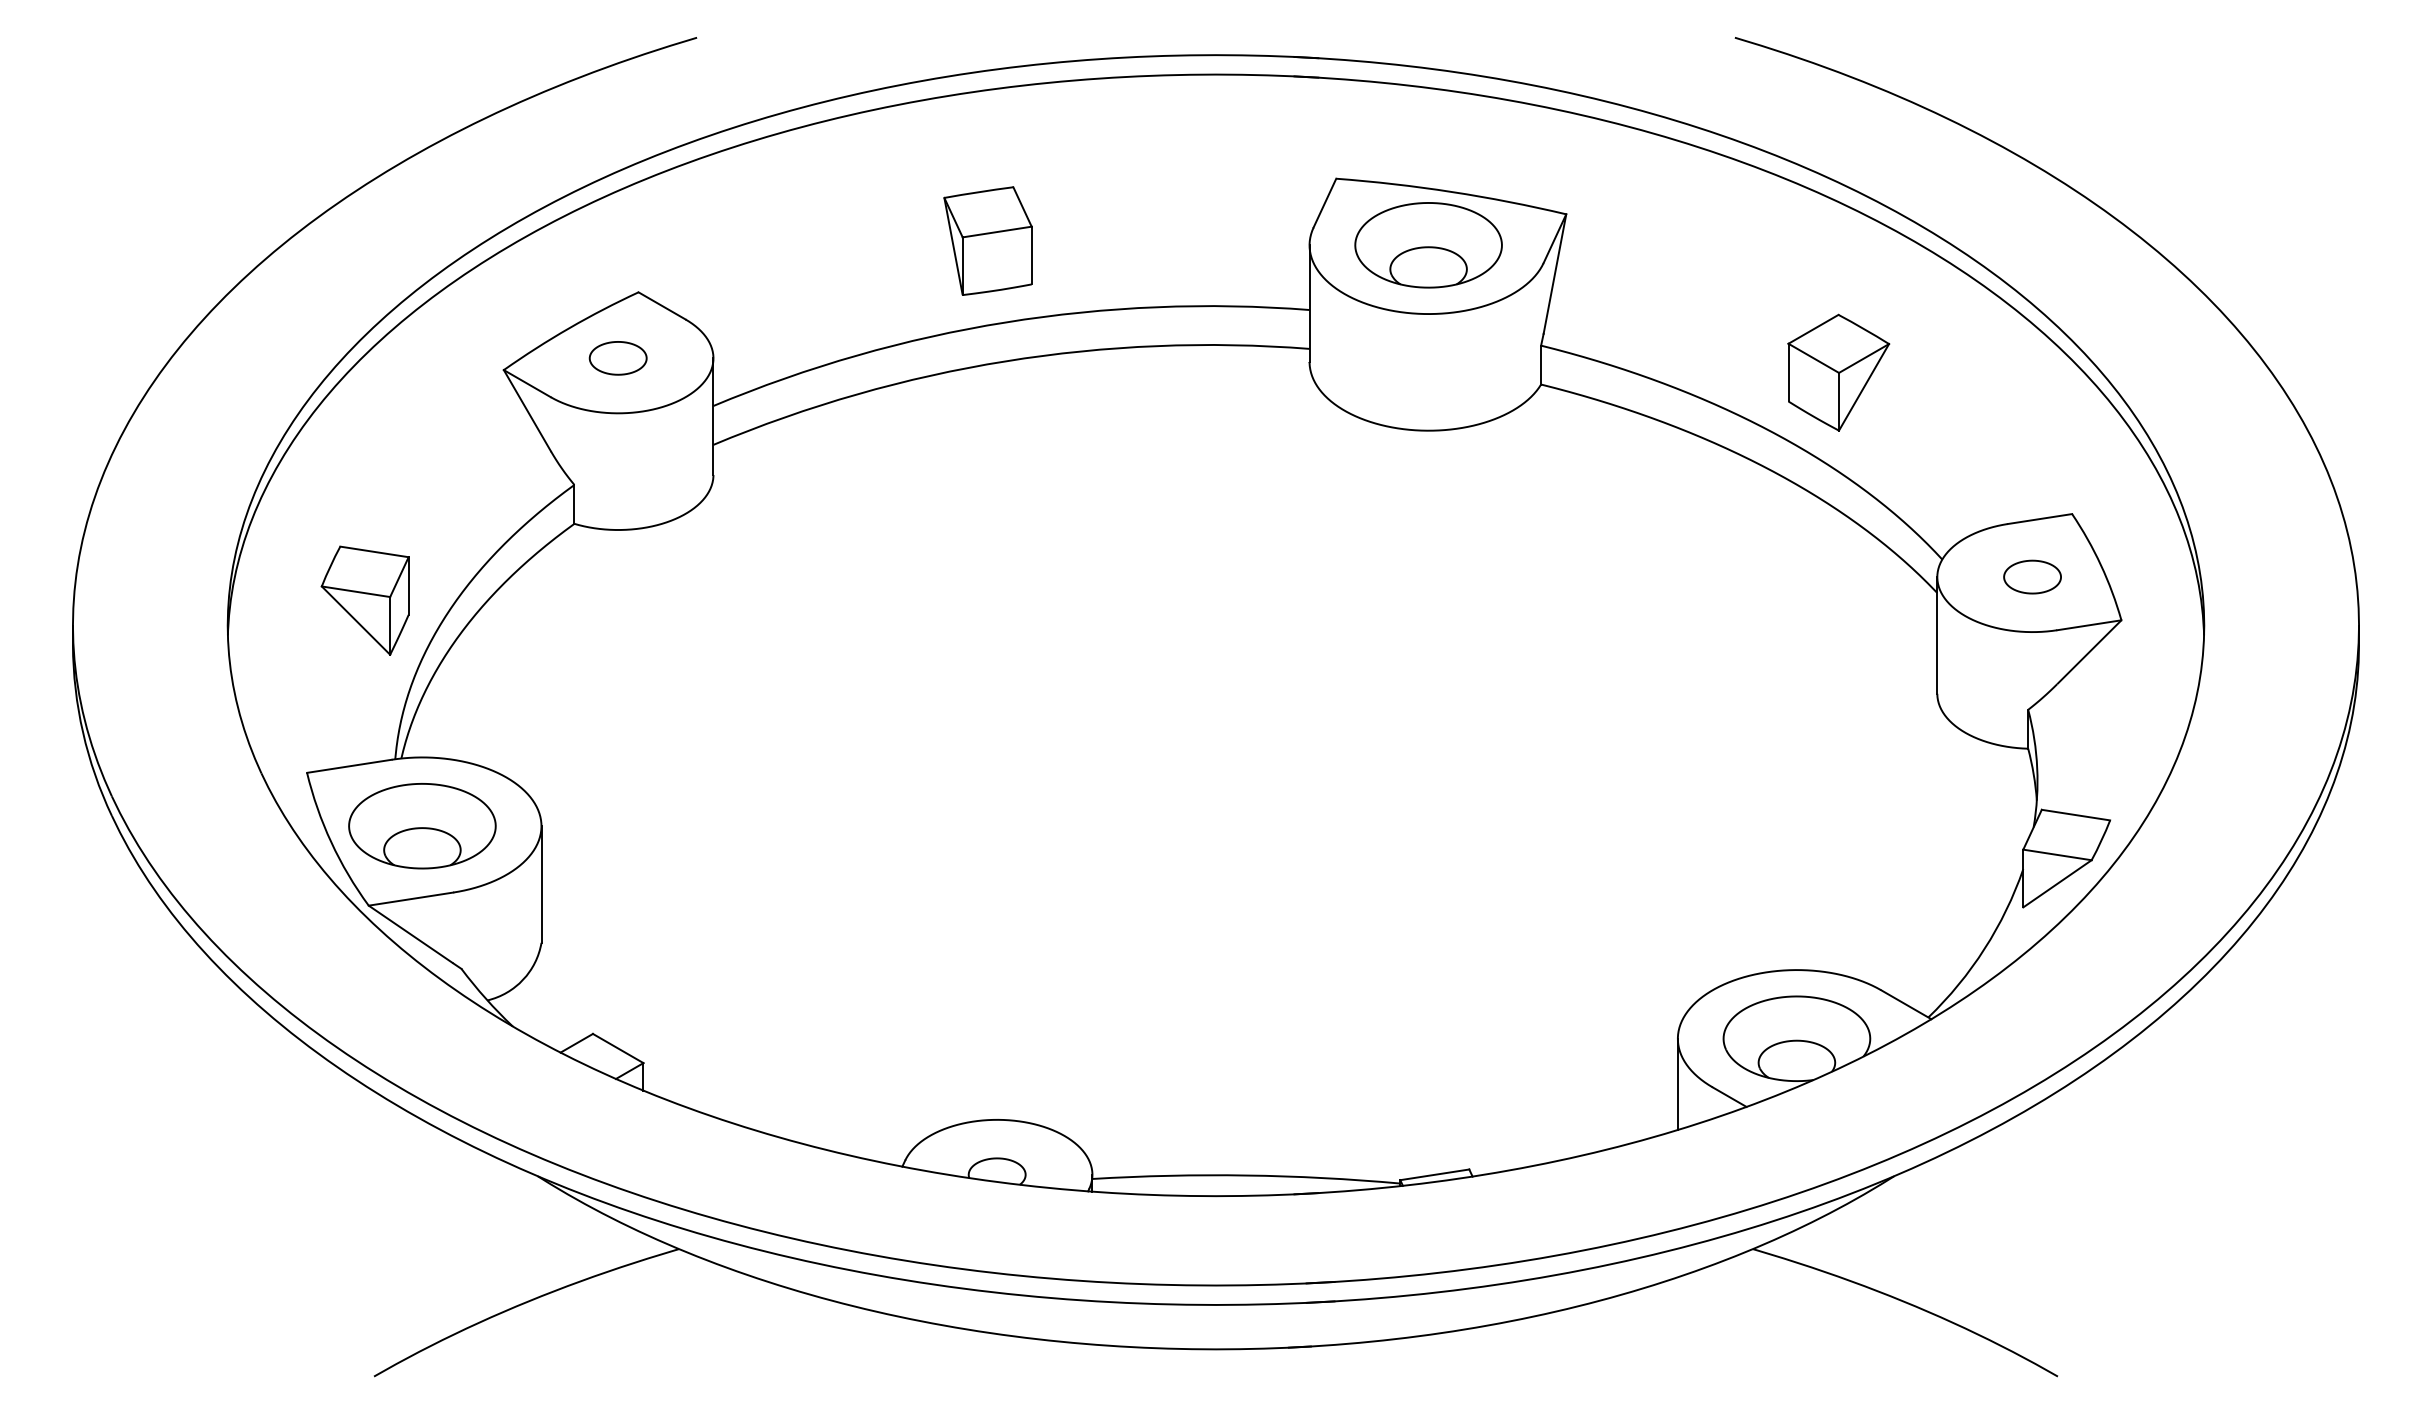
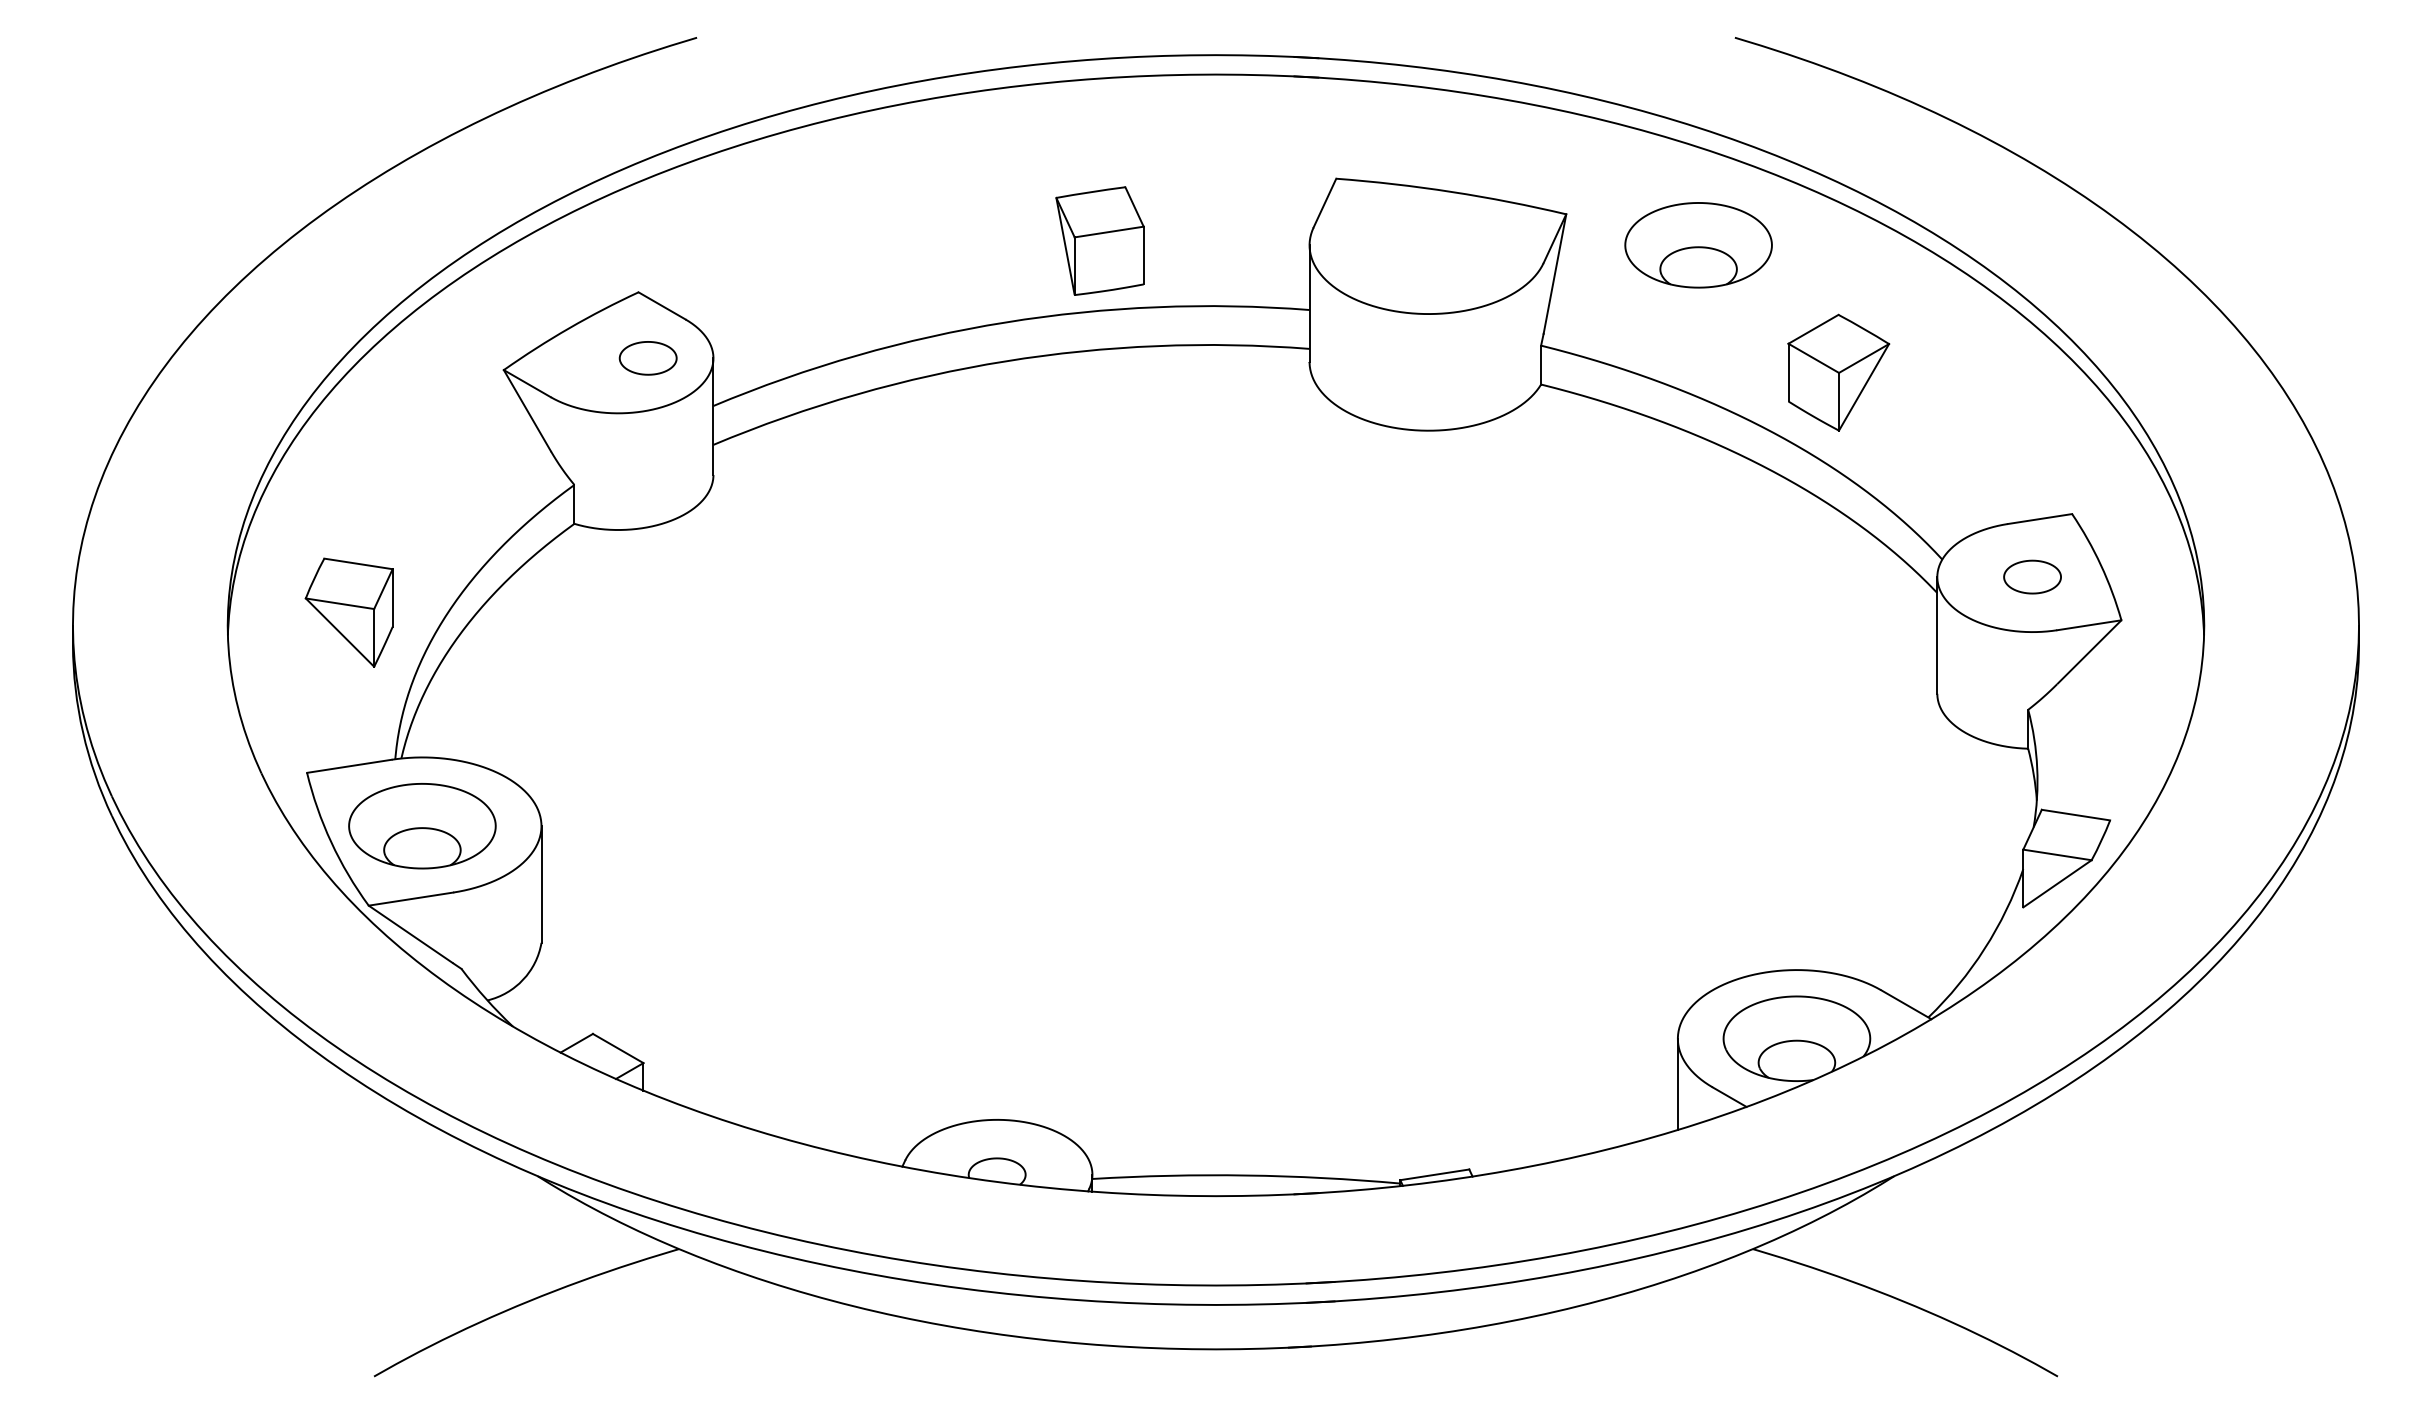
part at (987, 240) position: (987, 240) -> (1099, 240)
part at (1428, 245) position: (1428, 245) -> (1698, 245)
part at (617, 358) position: (617, 358) -> (647, 358)
part at (364, 600) position: (364, 600) -> (348, 612)
